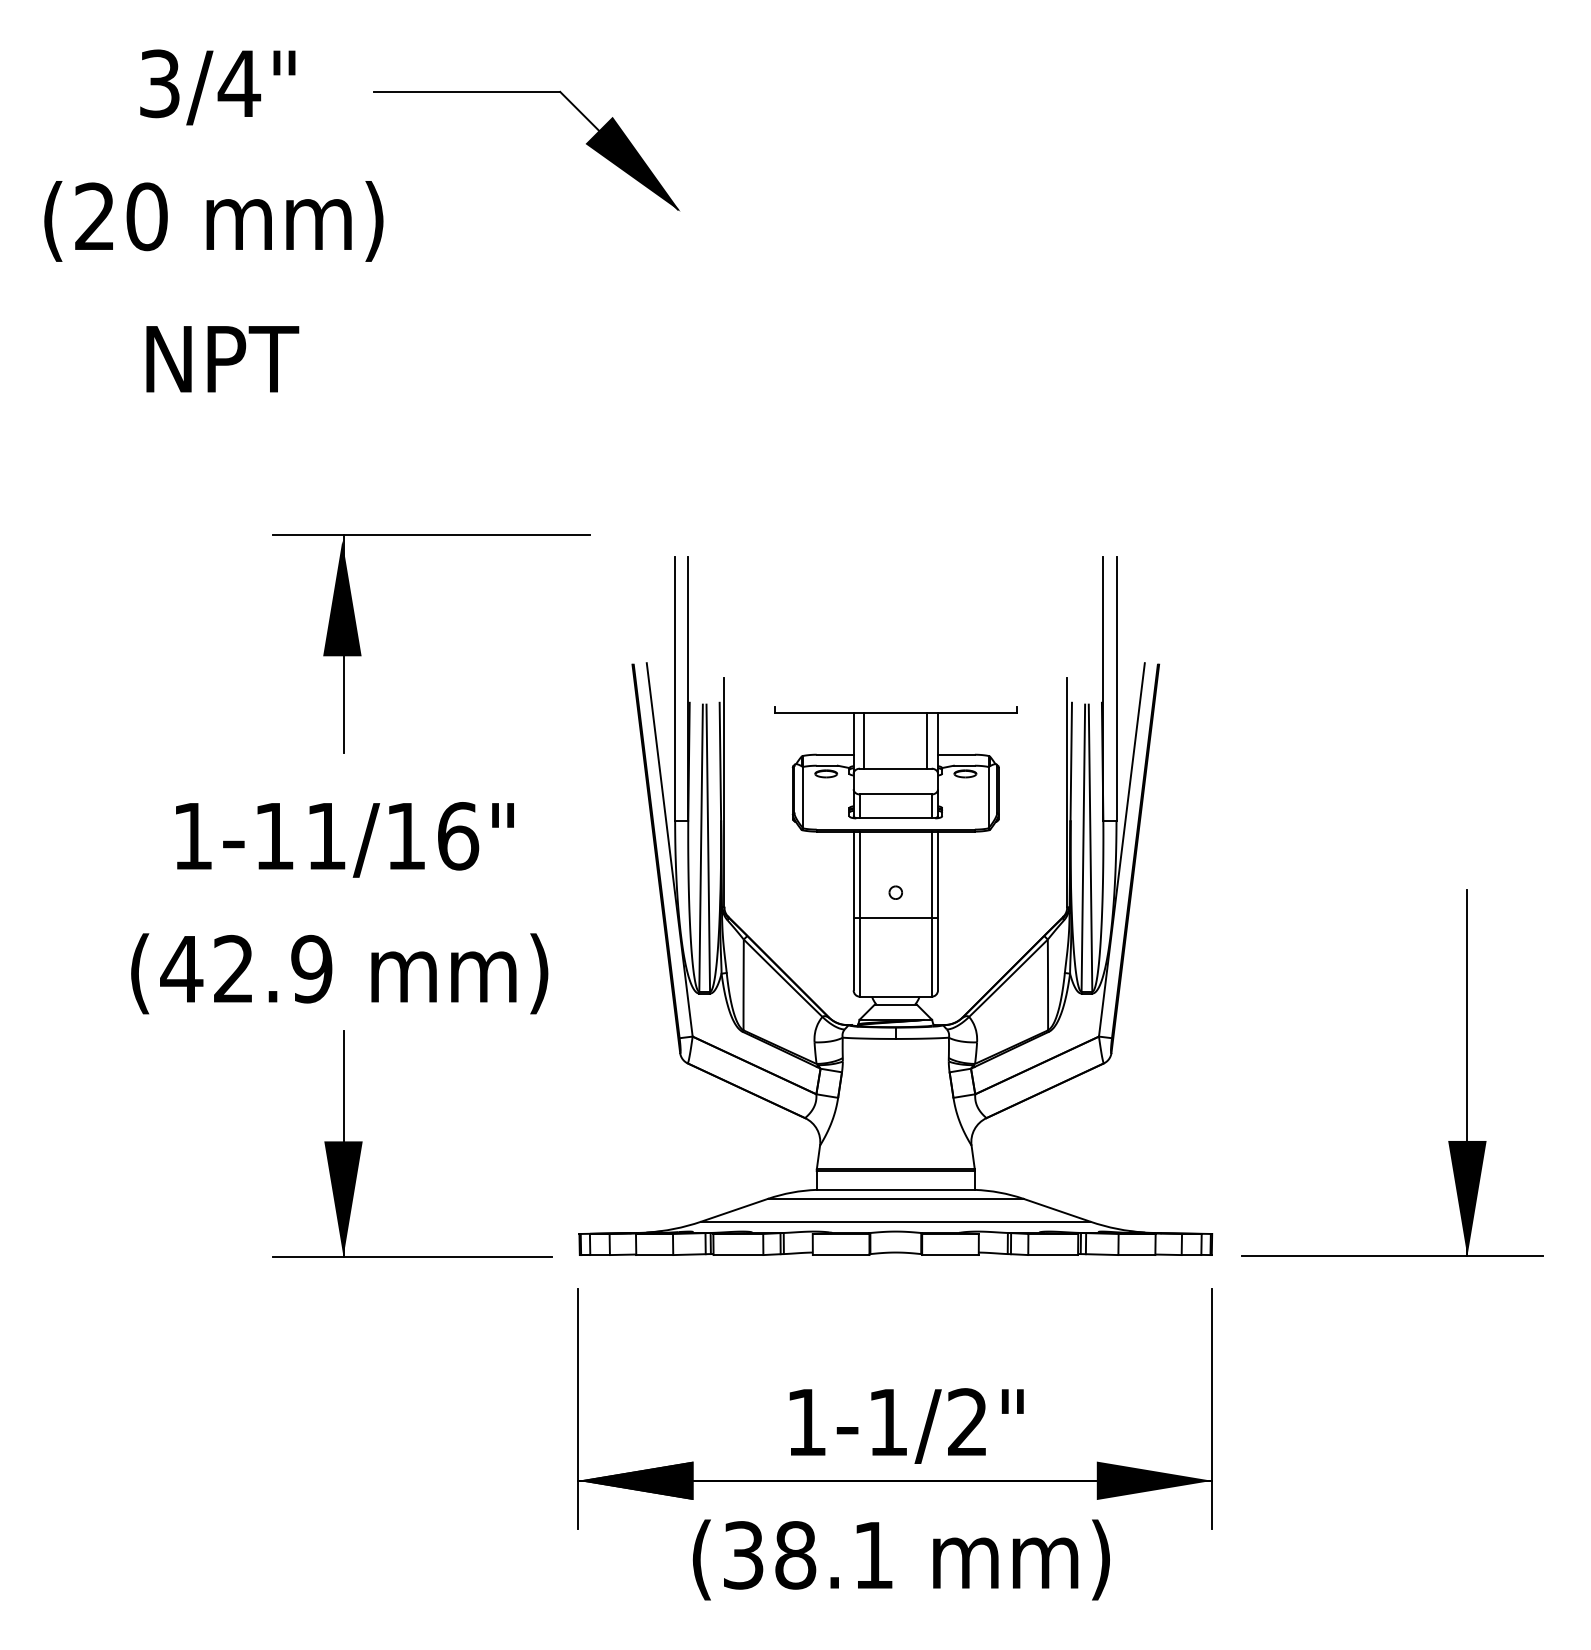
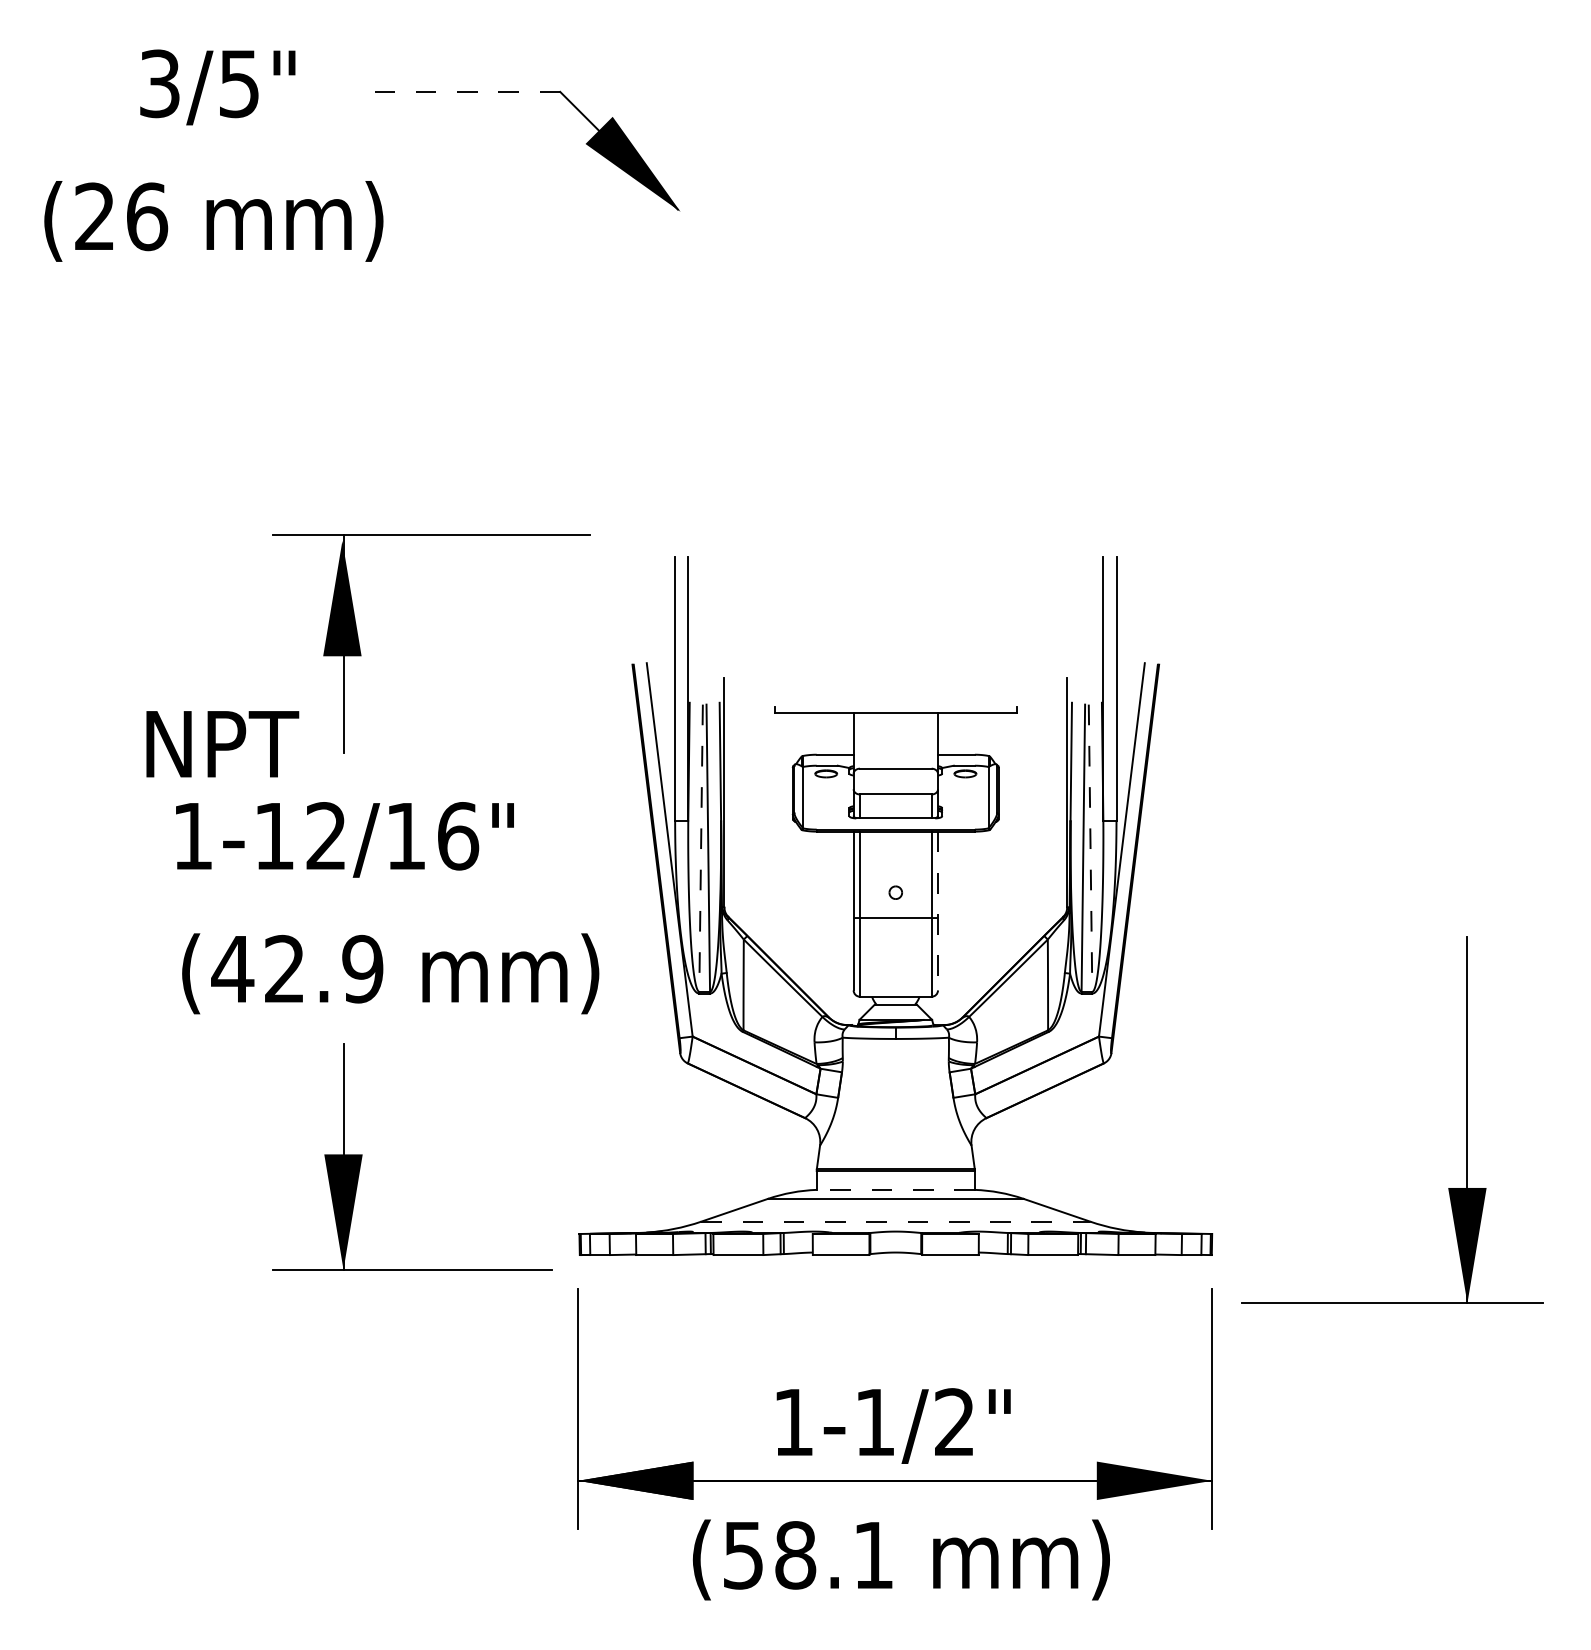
text at (239, 84): 3/4" -> 3/5"
line at (467, 91): solid -> dashed
text at (147, 216): (20 -> (26
text at (222, 359) position: (222, 359) -> (222, 744)
line at (864, 740): present -> none
line at (927, 740): present -> none
text at (325, 835): 1-11/16" -> 1-12/16"
line at (701, 848): solid -> dashed
line at (1090, 848): solid -> dashed
line at (937, 911): solid -> dashed
text at (339, 973) position: (339, 973) -> (390, 973)
part at (1466, 1072) position: (1466, 1072) -> (1466, 1119)
part at (362, 1143) position: (362, 1143) -> (362, 1156)
line at (895, 1189): solid -> dashed
line at (895, 1221): solid -> dashed
text at (906, 1425) position: (906, 1425) -> (893, 1425)
text at (743, 1555): (38.1 -> (58.1
